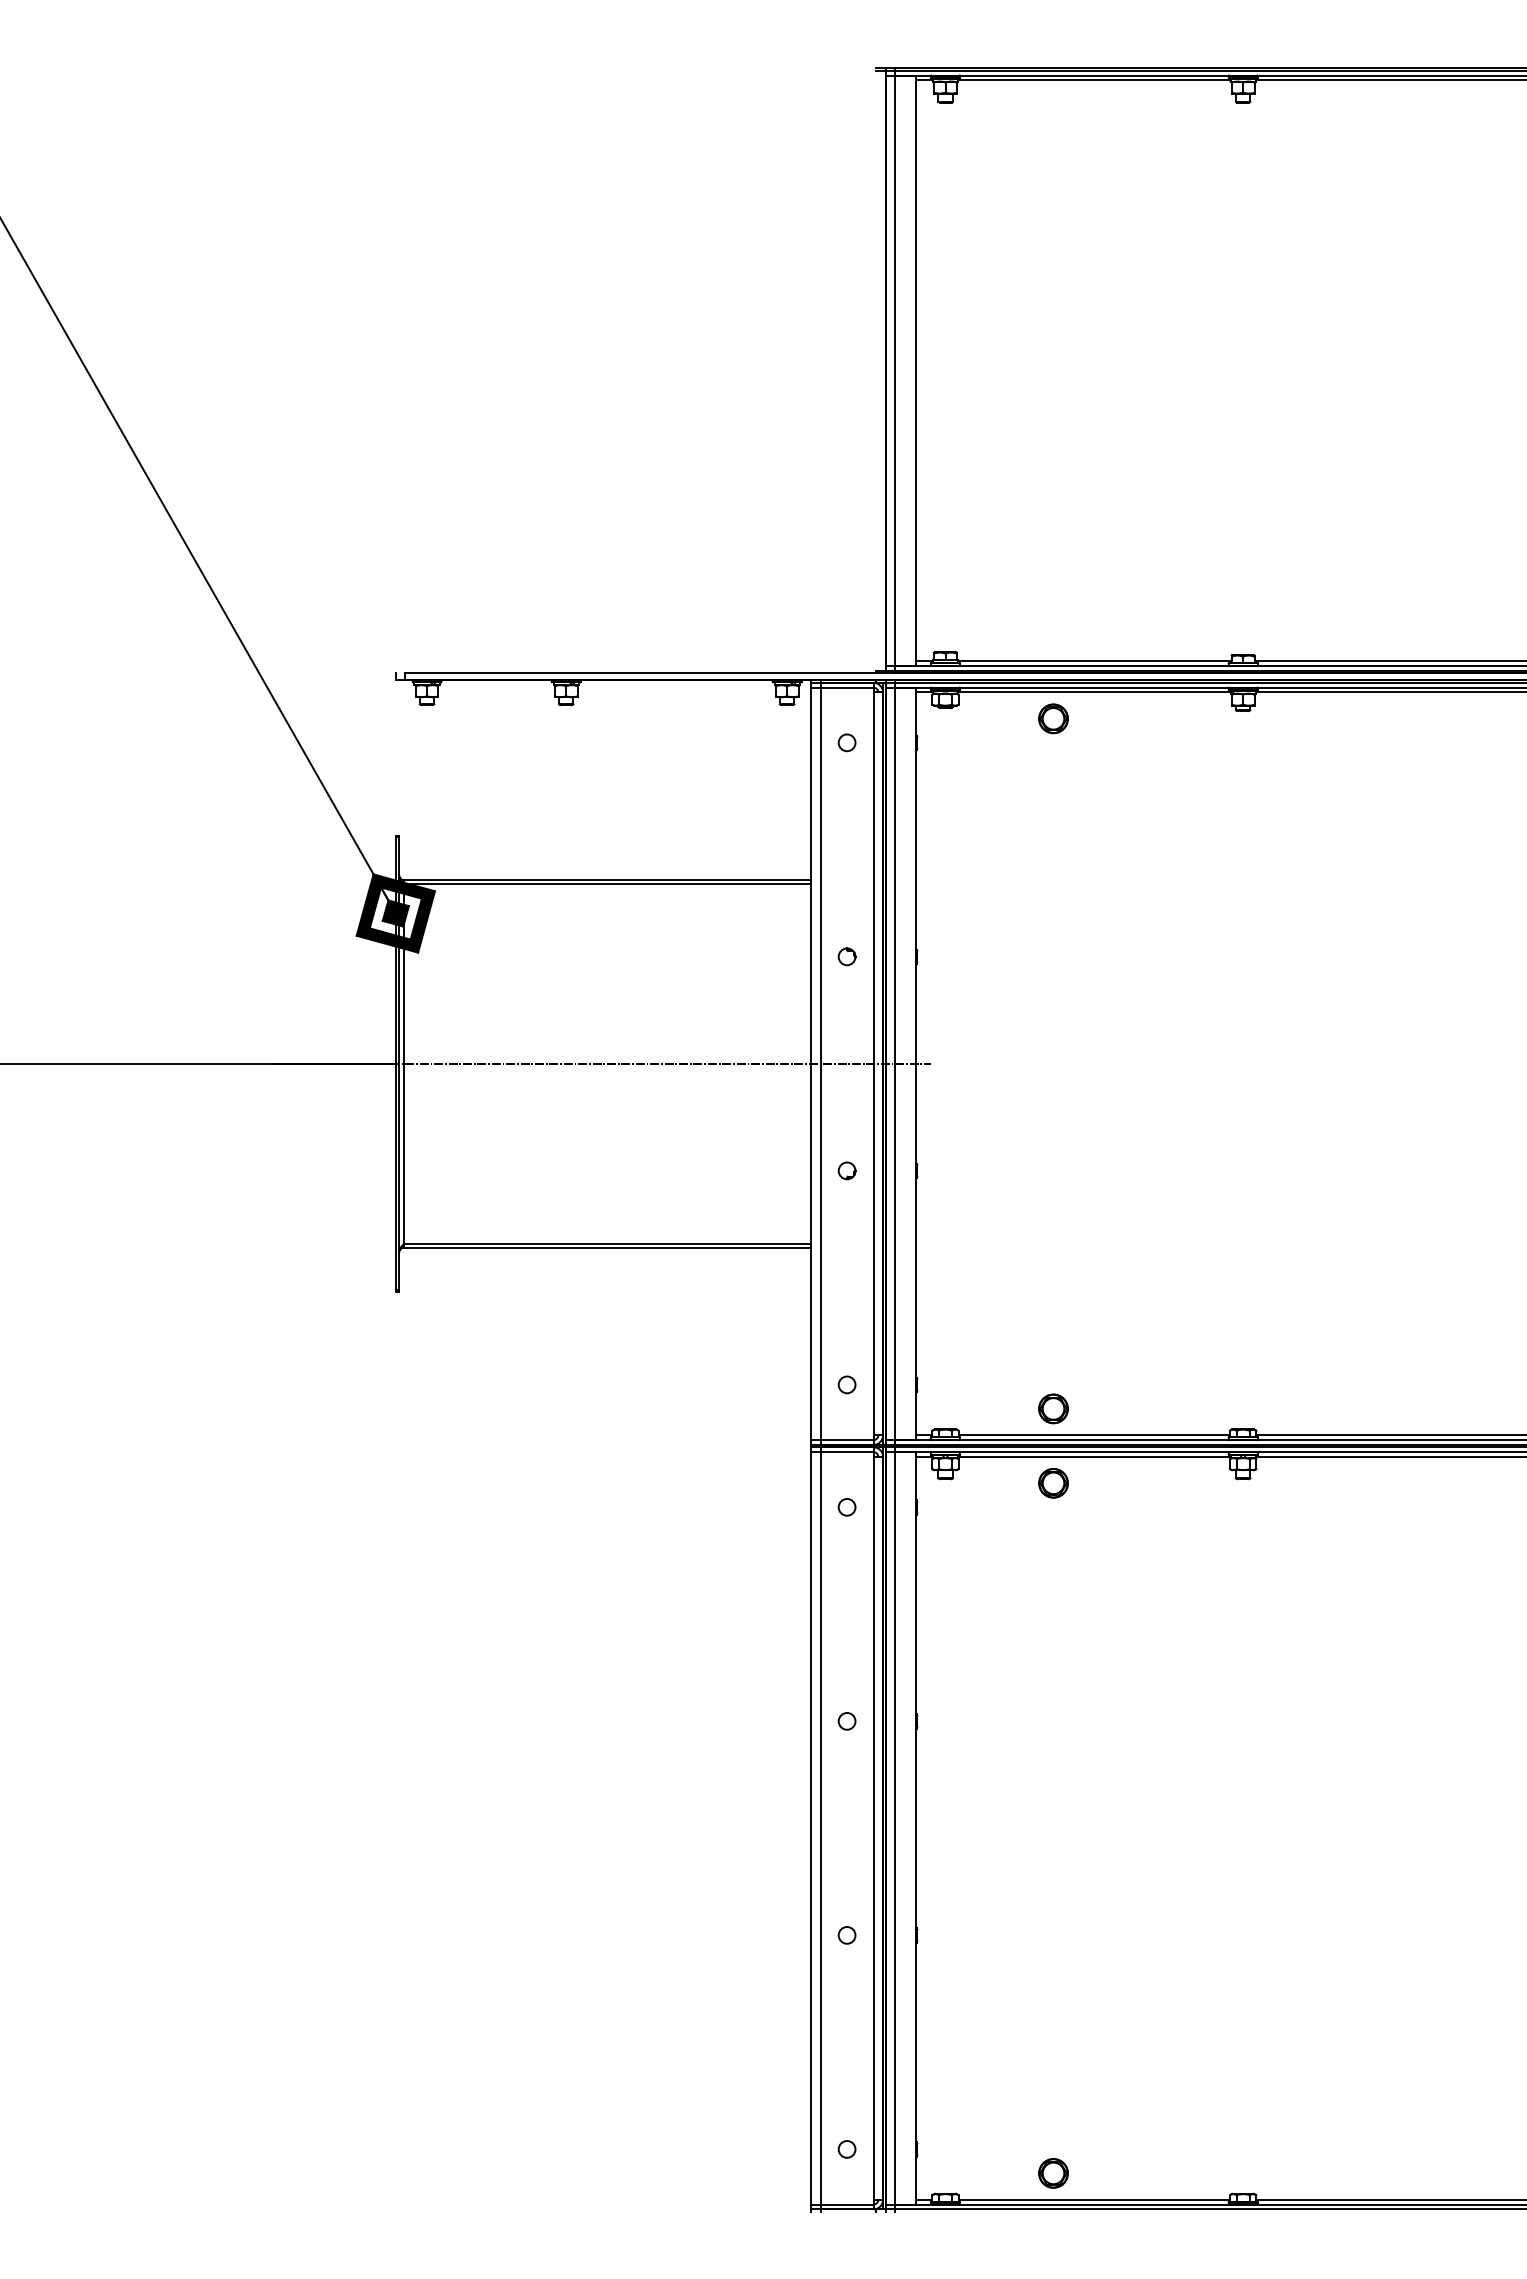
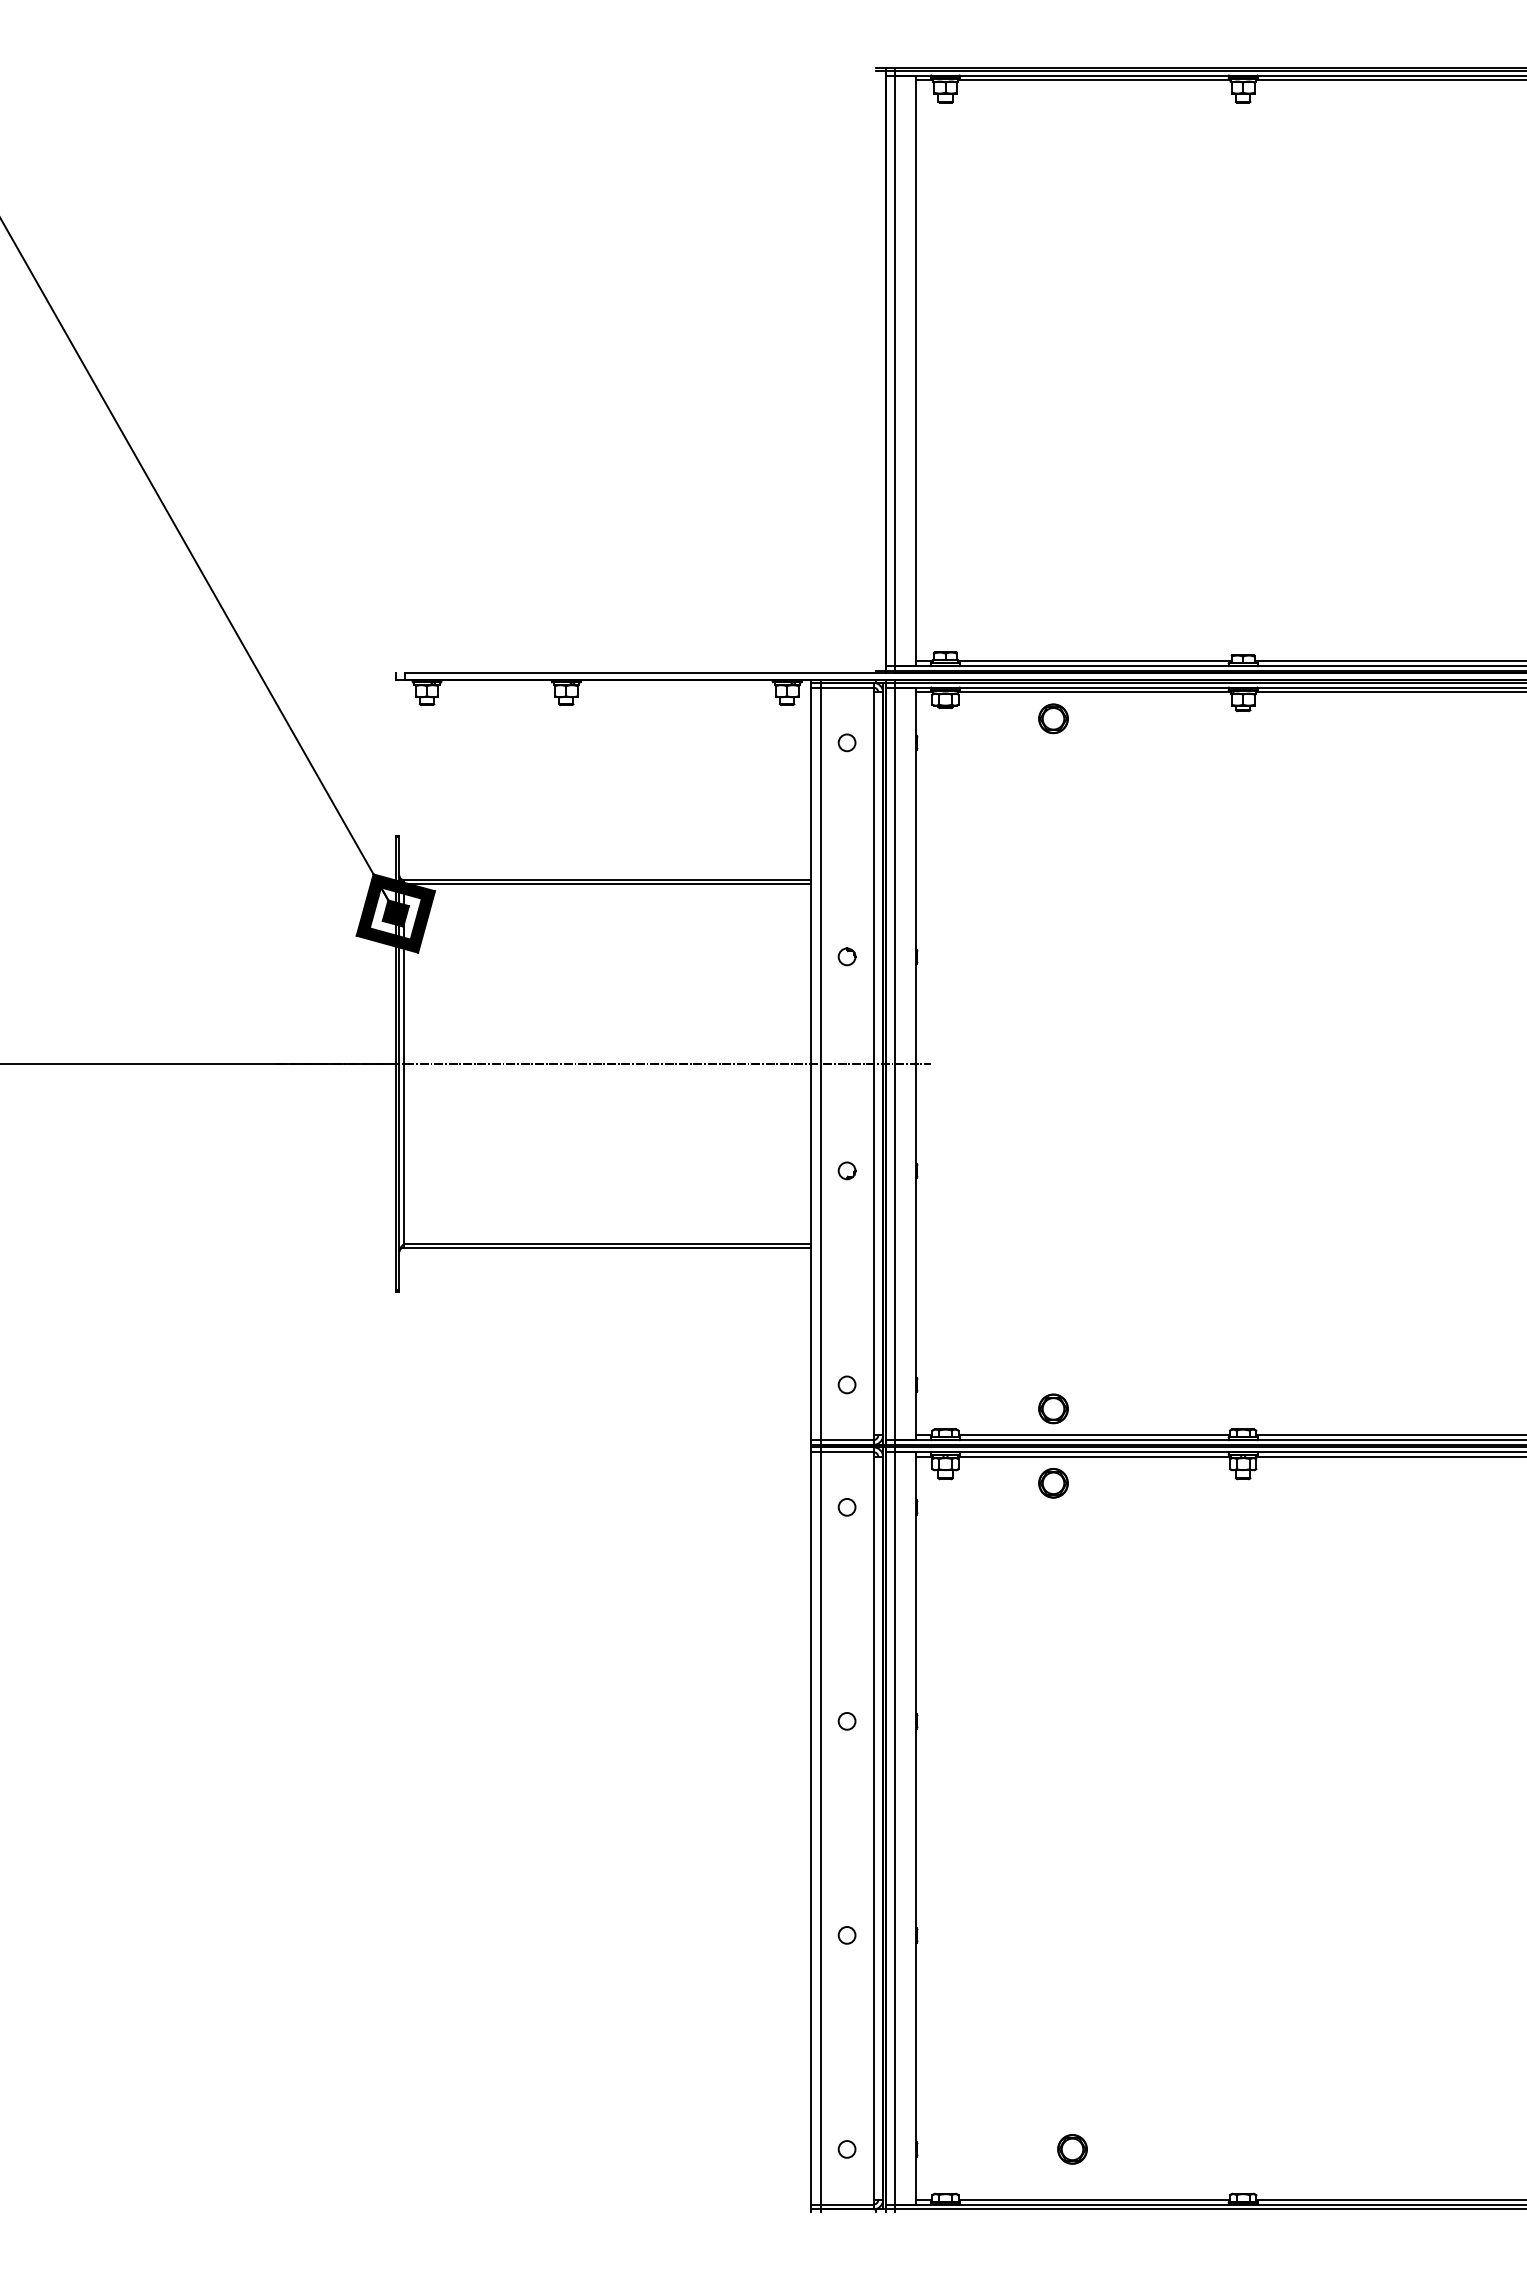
part at (1053, 2173) position: (1053, 2173) -> (1072, 2149)
